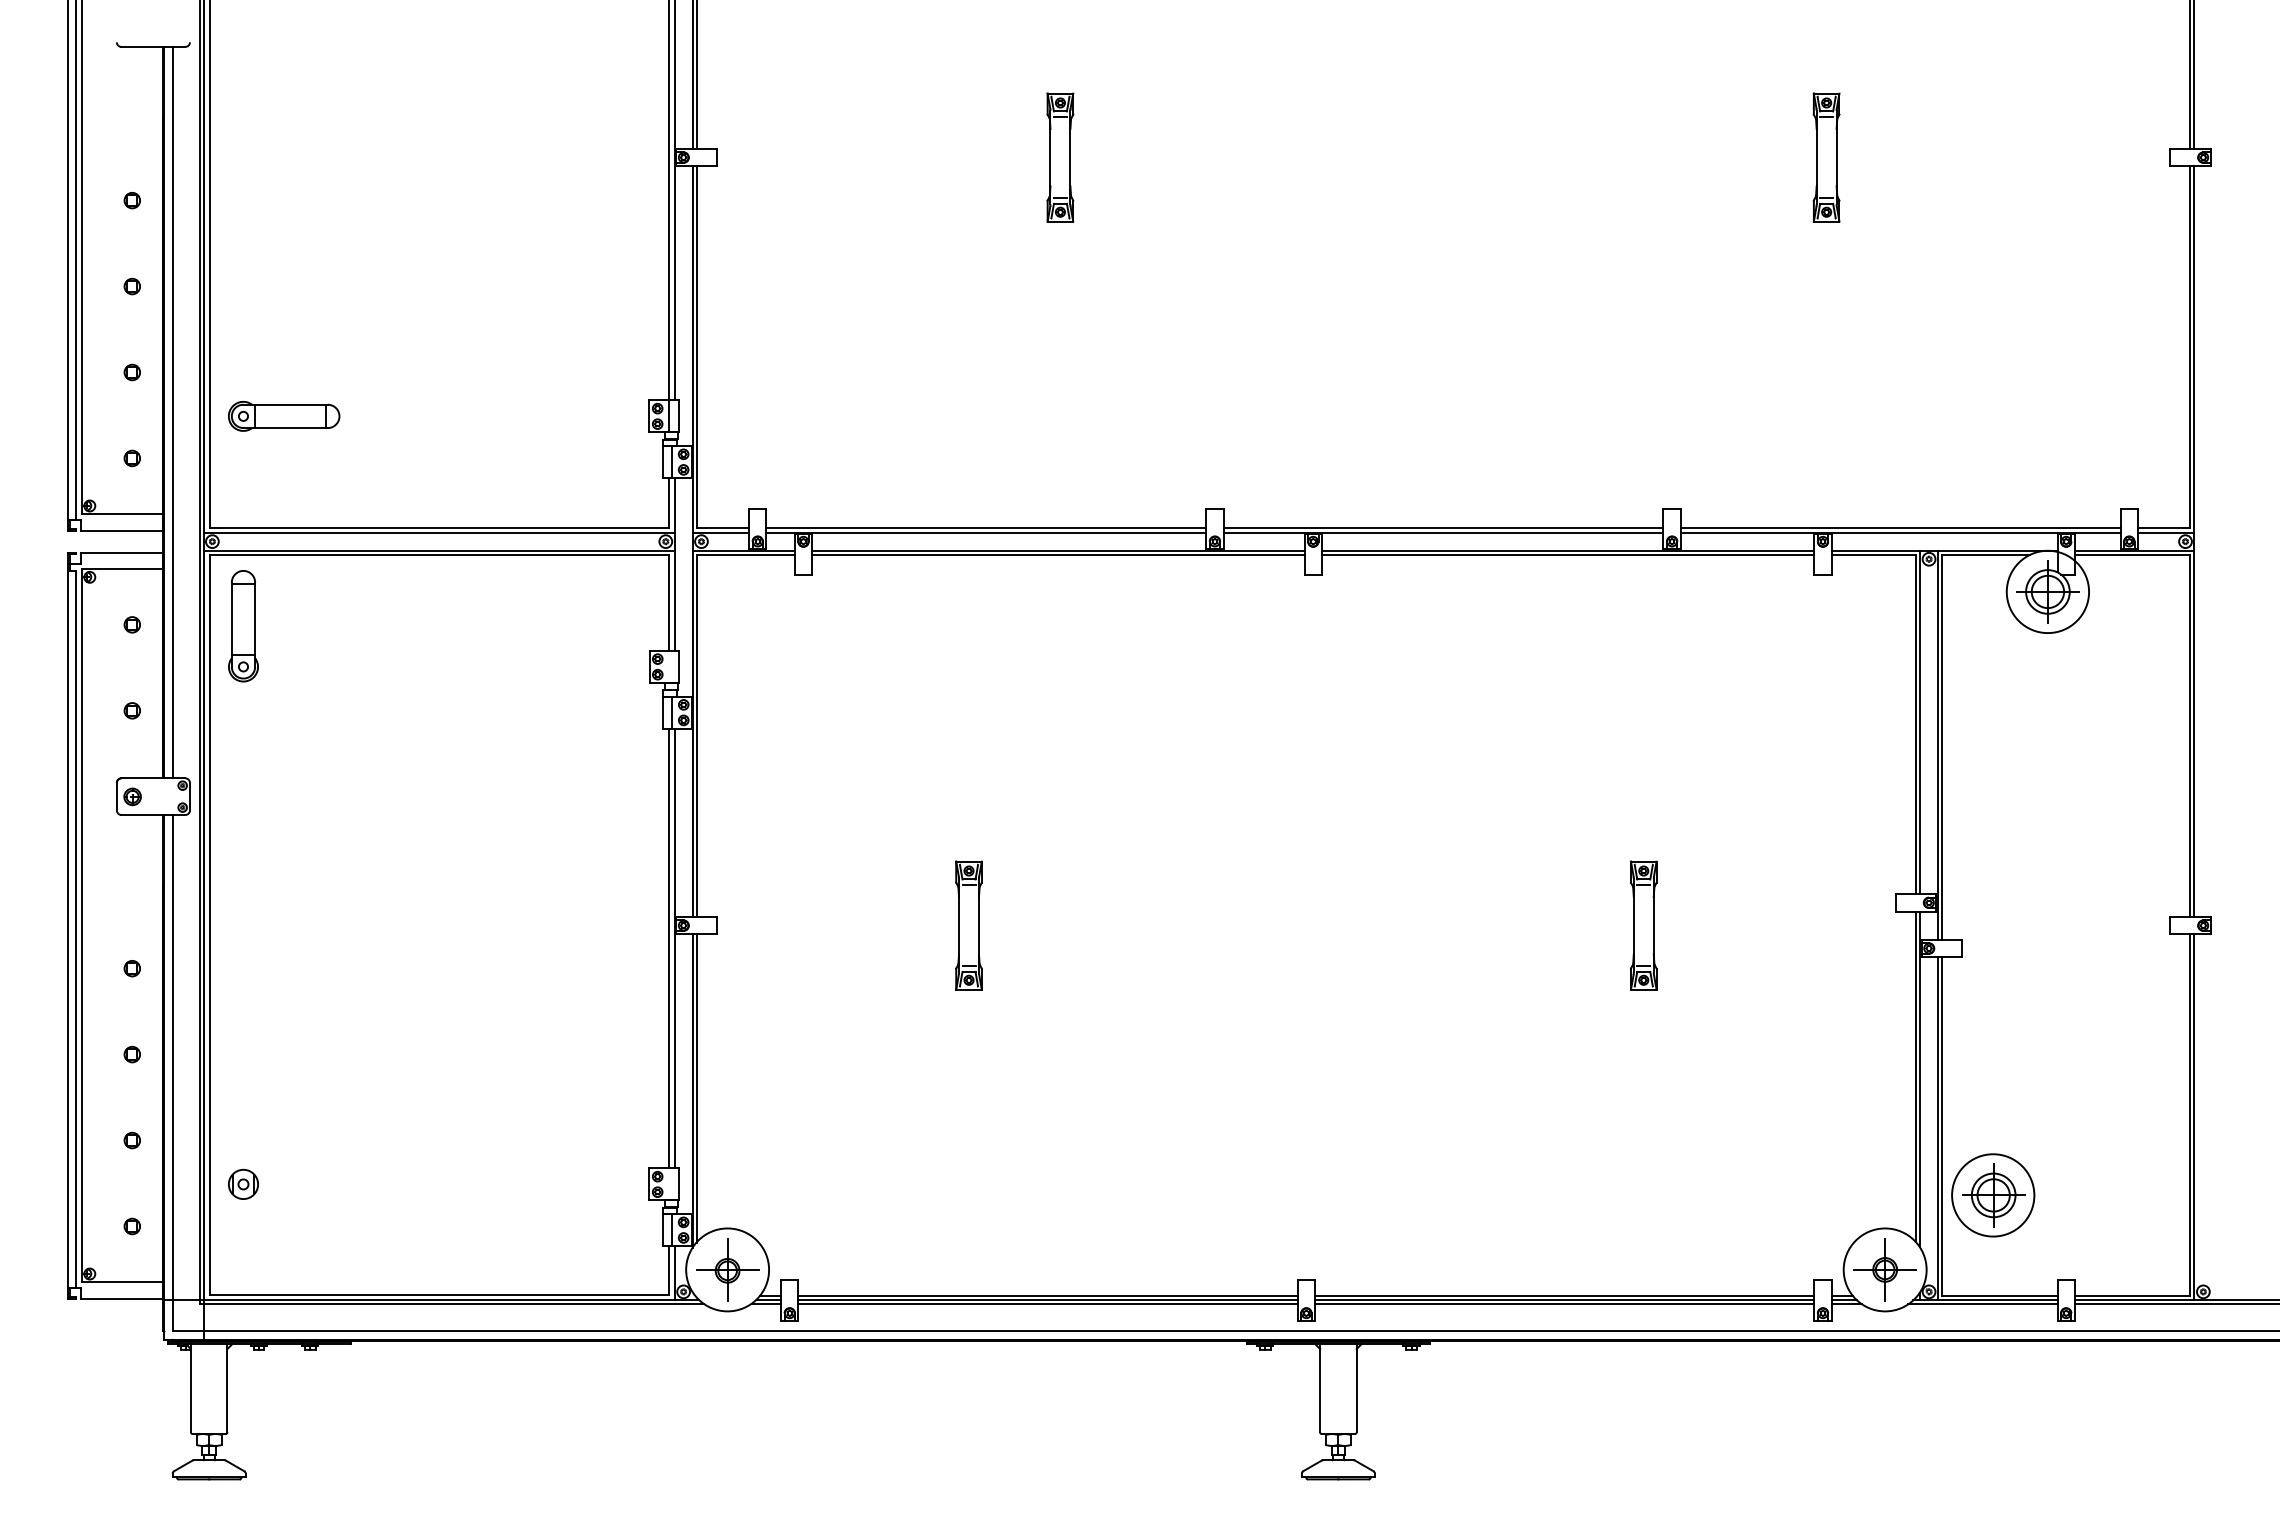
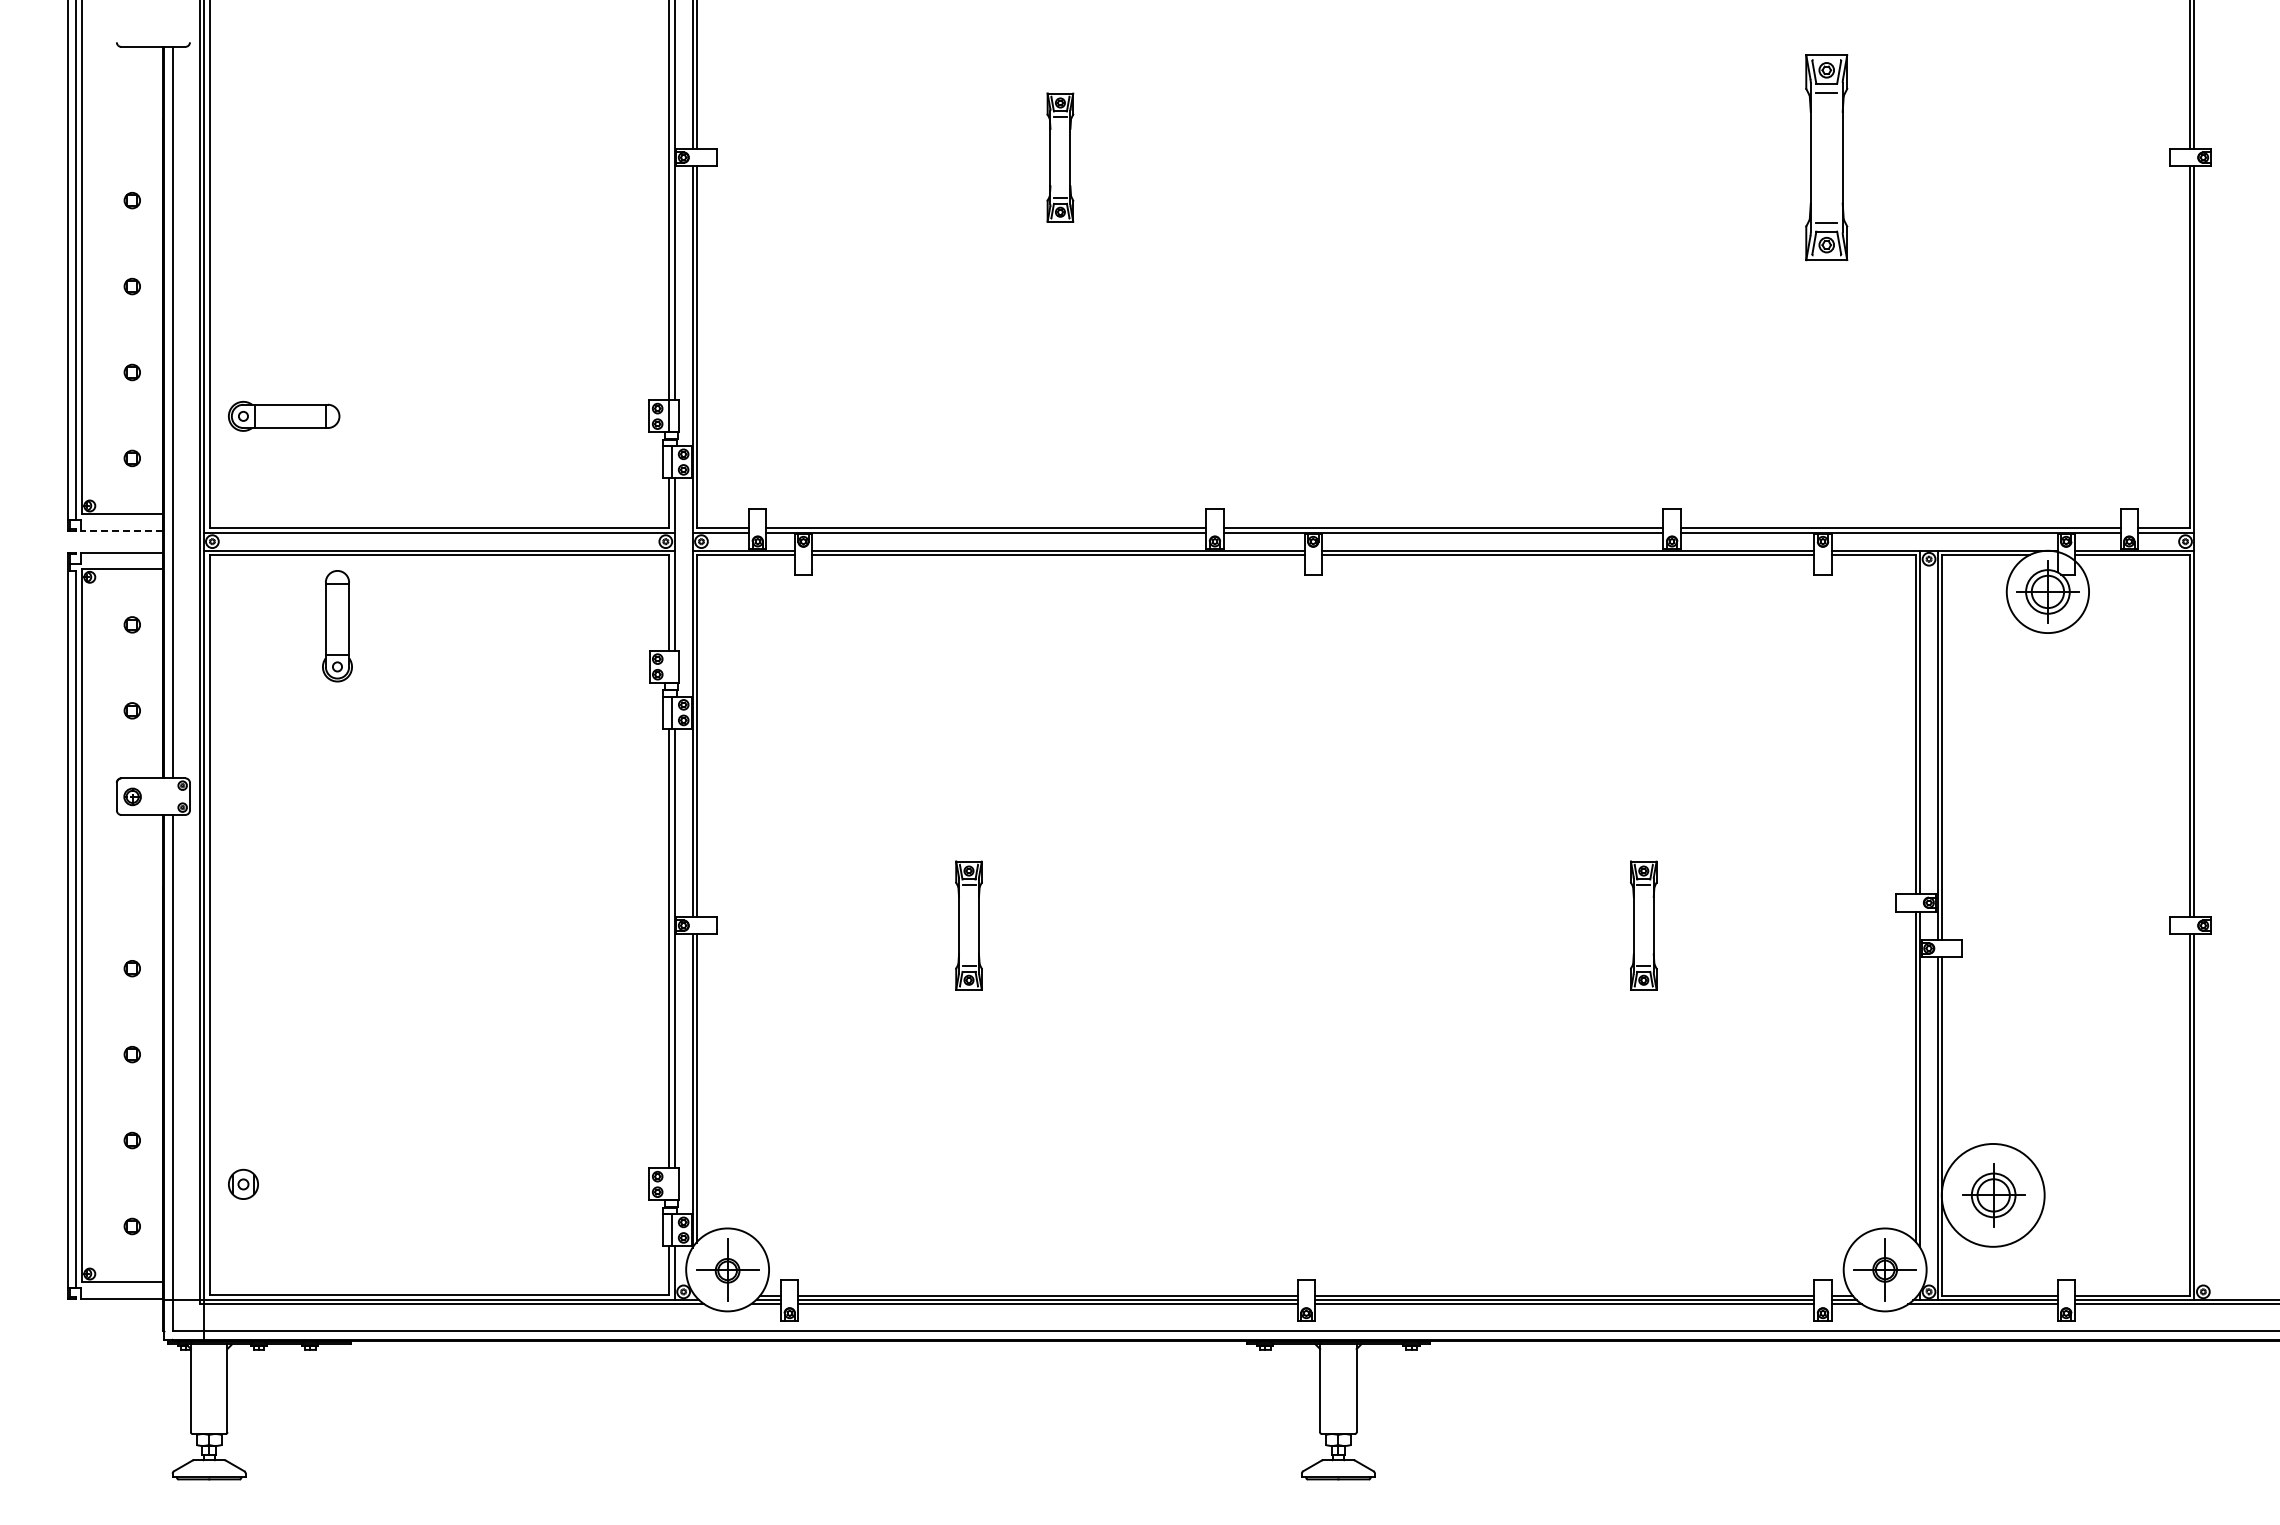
part at (1826, 157) size: 29x131 px -> 44x208 px
line at (121, 530): solid -> dashed
part at (243, 626) position: (243, 626) -> (337, 626)
circle at (1993, 1195) diameter: 82 px -> 103 px
